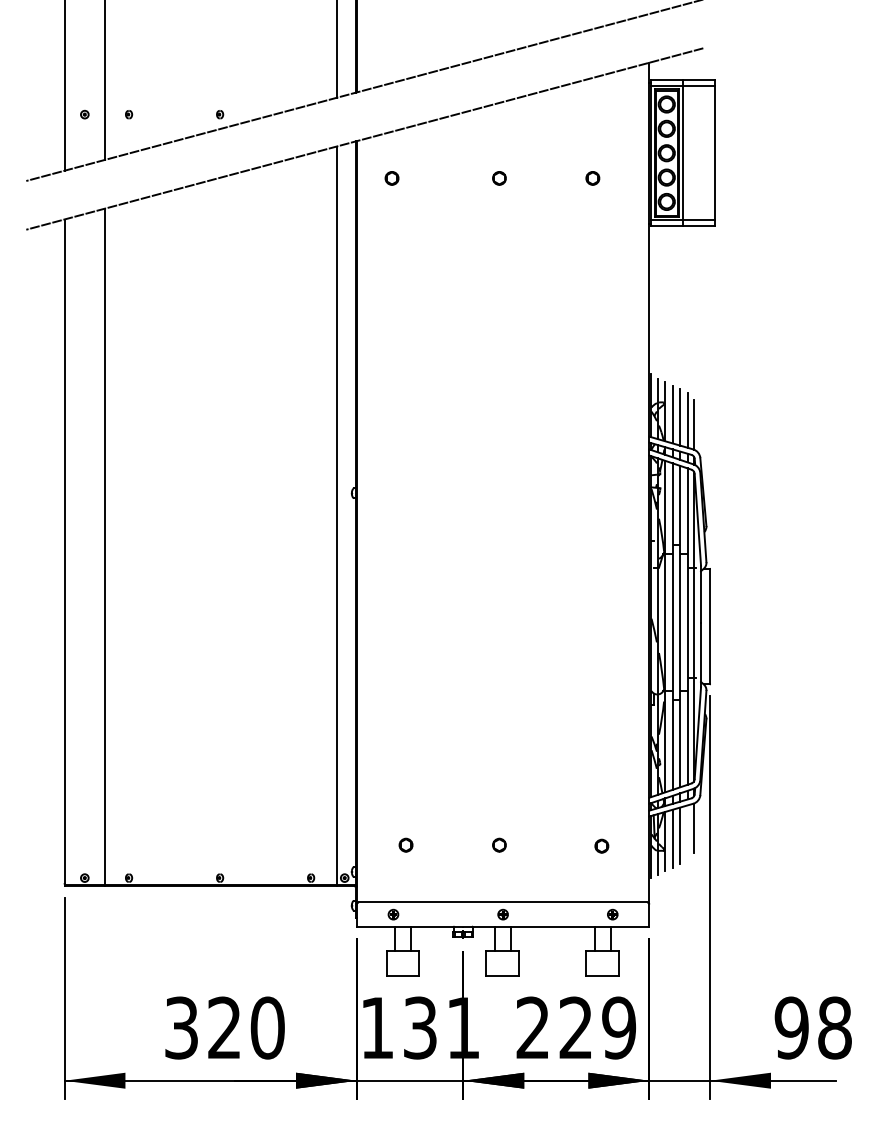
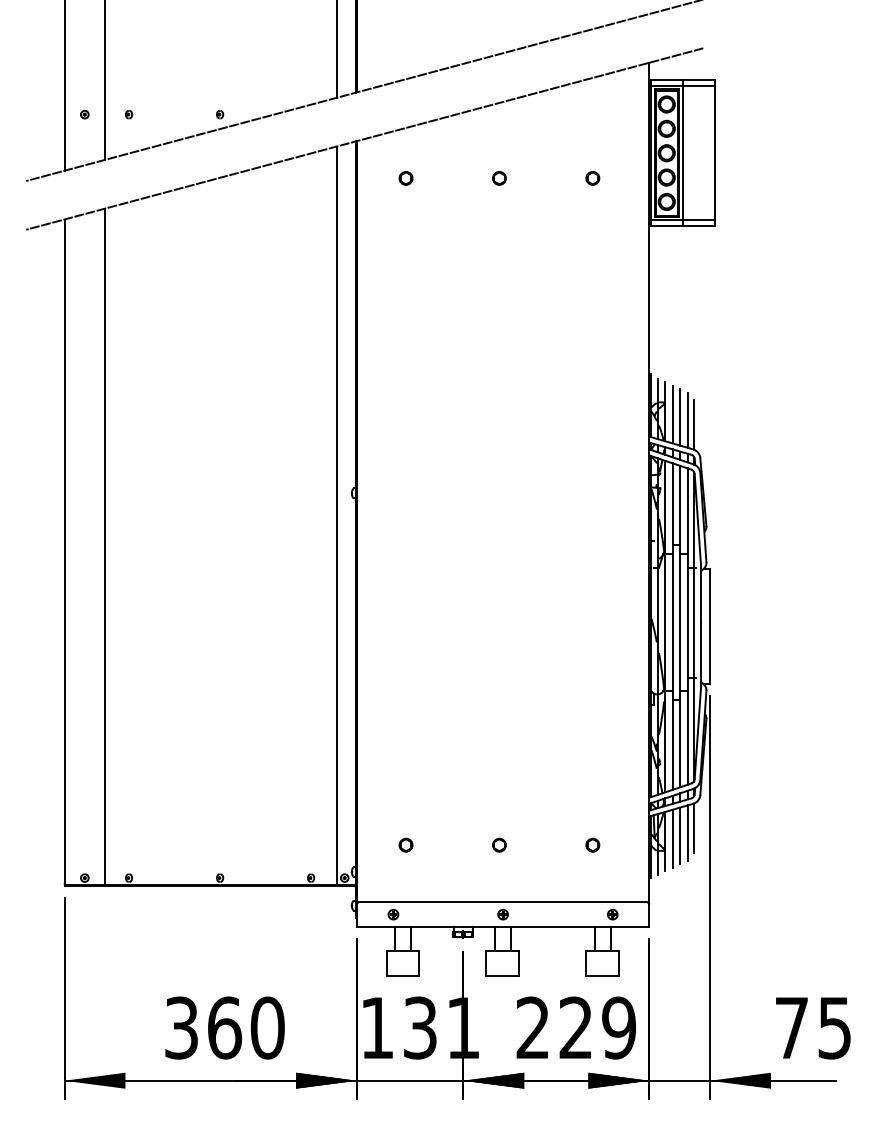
part at (391, 178) position: (391, 178) -> (405, 178)
line at (687, 833): none -> present
part at (601, 845) position: (601, 845) -> (592, 844)
text at (225, 1027): 320 -> 360
text at (812, 1027): 98 -> 75
